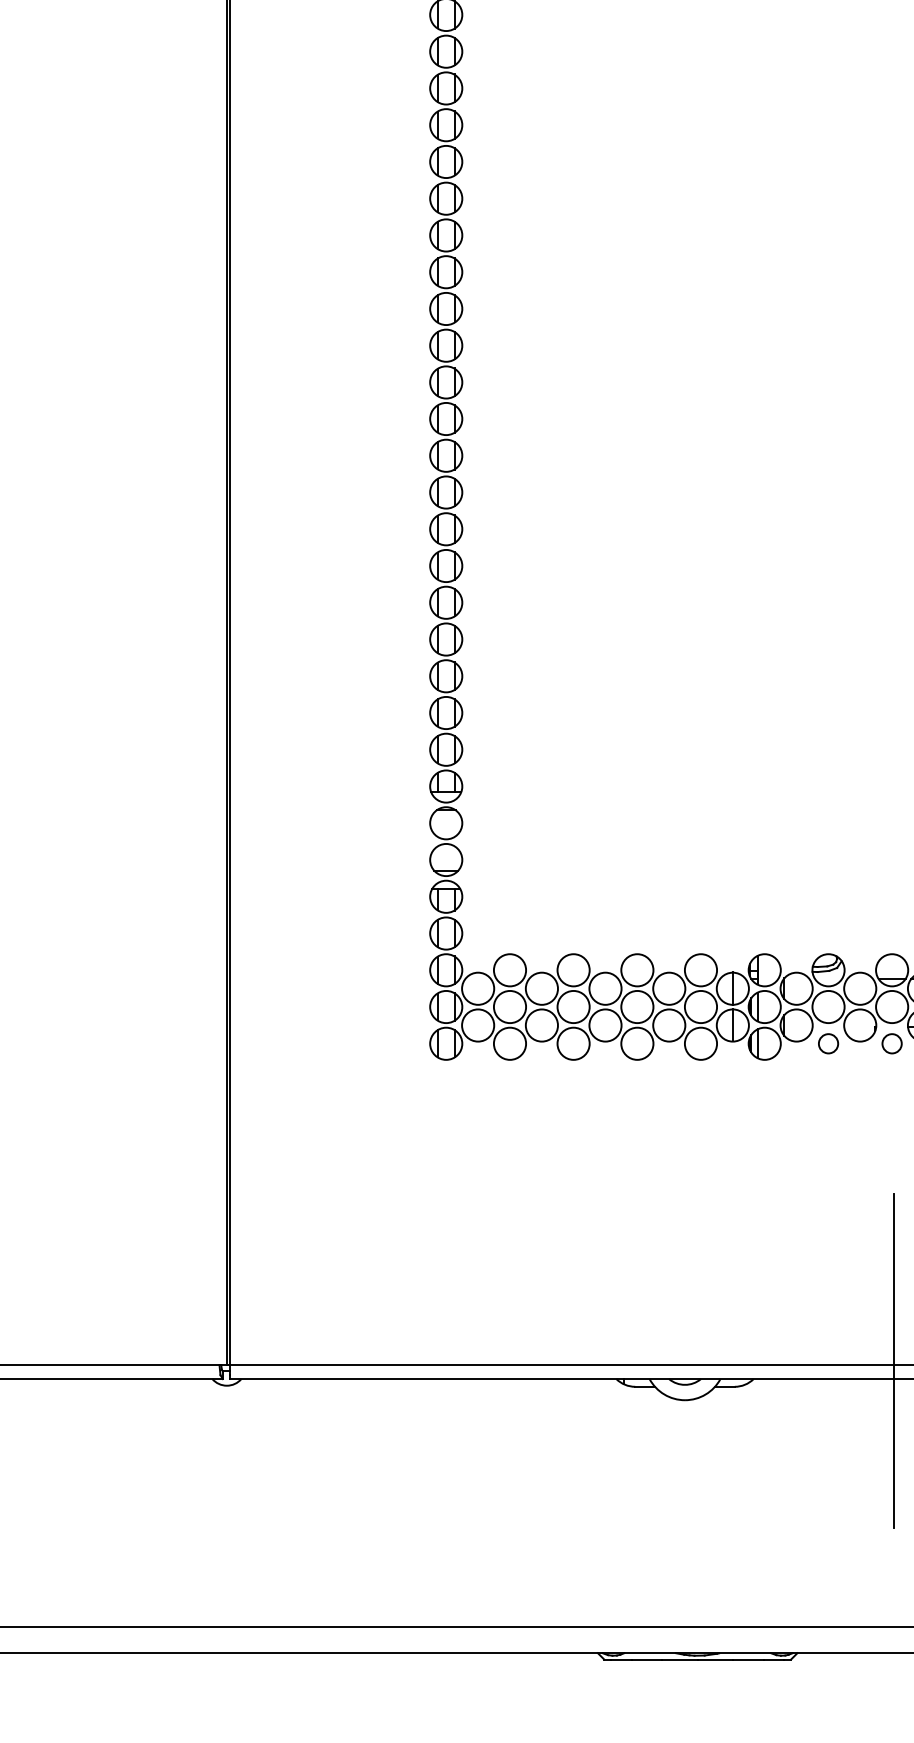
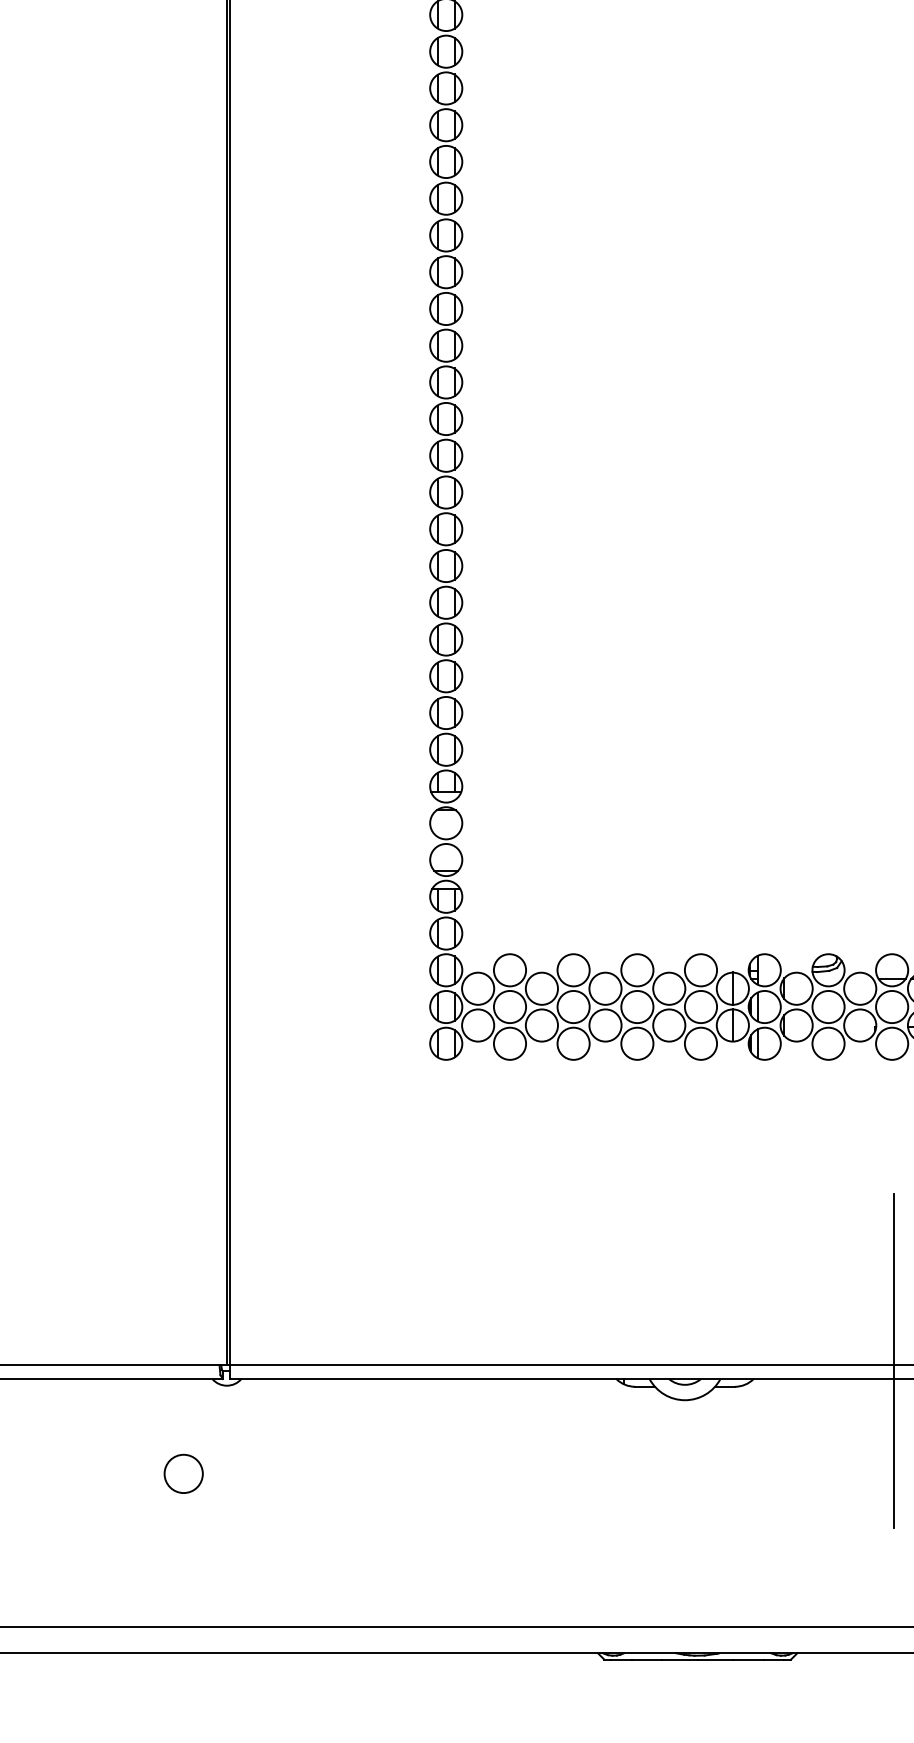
circle at (828, 1043) diameter: 19 px -> 32 px
circle at (891, 1043) diameter: 19 px -> 32 px
circle at (183, 1473): none -> present
